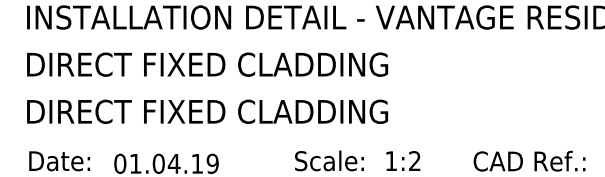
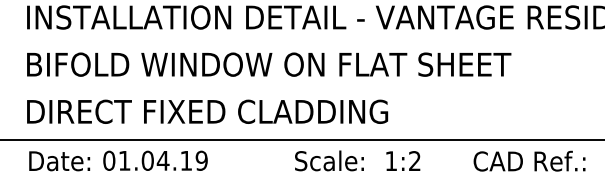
text at (270, 64): DIRECT FIXED CLADDING -> BIFOLD WINDOW ON FLAT SHEET
line at (301, 139): none -> present
text at (166, 163) position: (166, 163) -> (155, 160)
